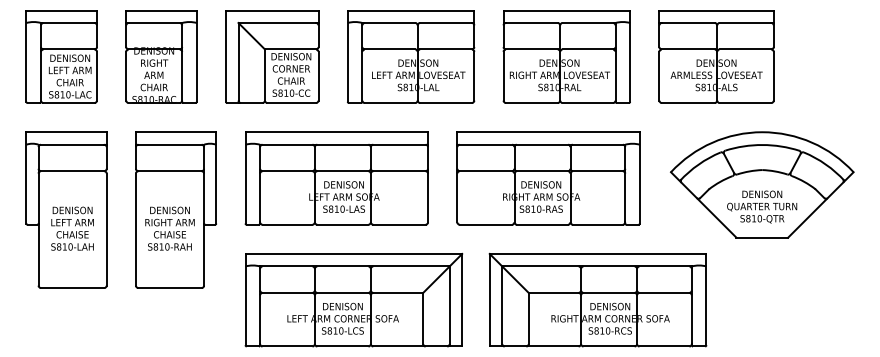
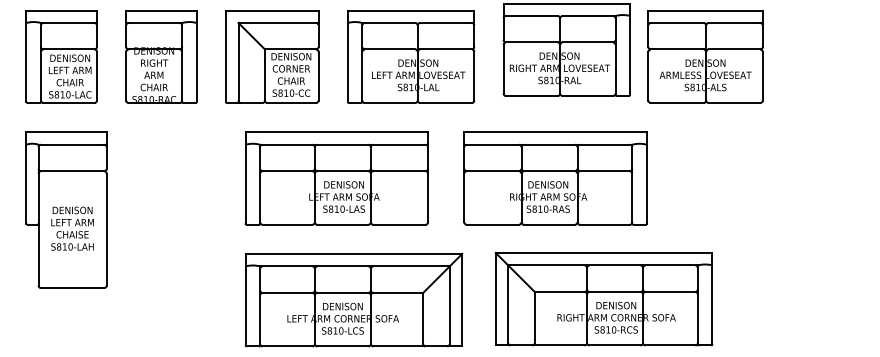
part at (566, 56) position: (566, 56) -> (566, 49)
part at (716, 56) position: (716, 56) -> (705, 56)
part at (548, 178) position: (548, 178) -> (555, 178)
part at (762, 184): present -> none
part at (175, 209): present -> none
part at (597, 299) position: (597, 299) -> (603, 298)
